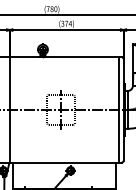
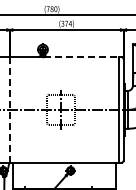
line at (81, 56): solid -> dashed
line at (9, 109): solid -> dashed
